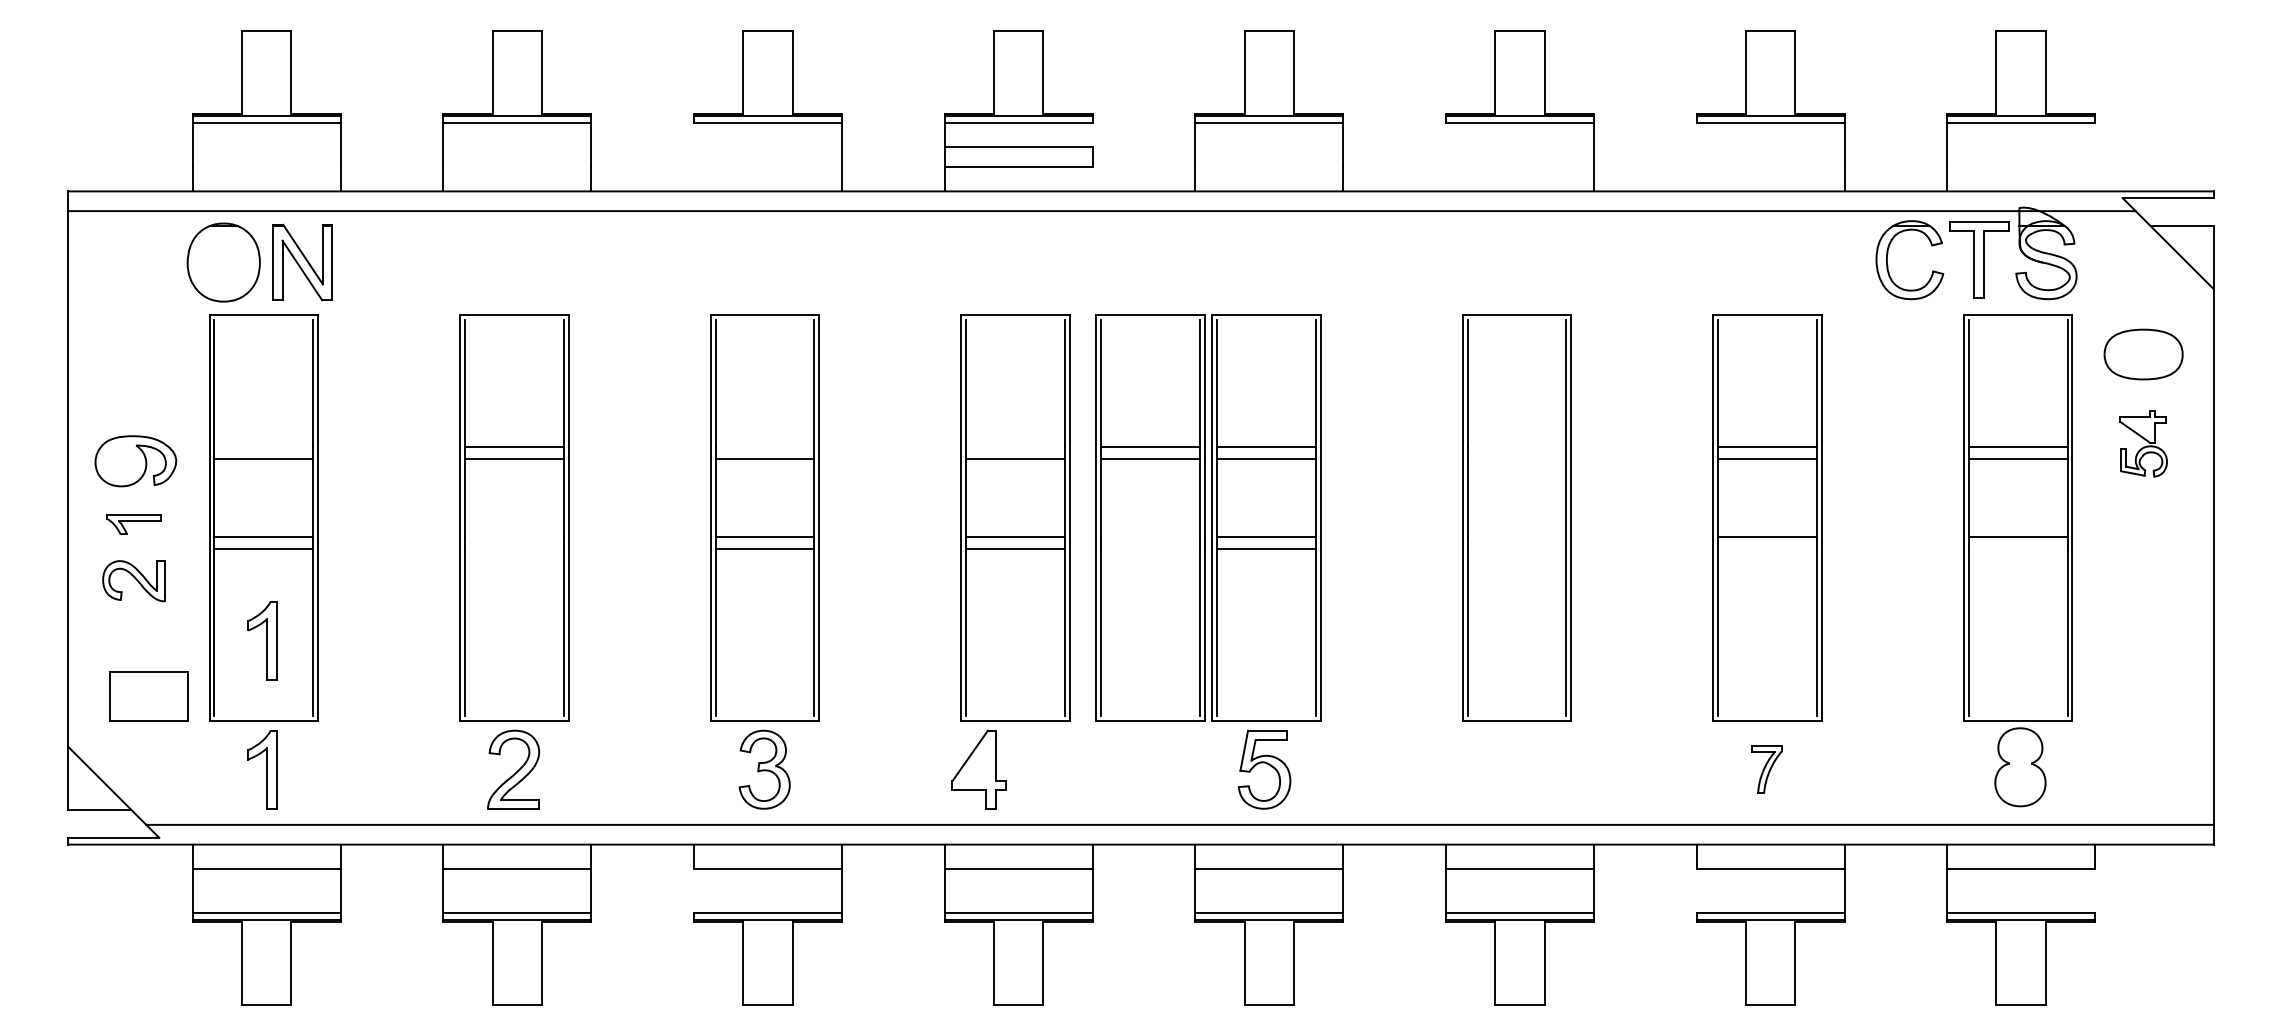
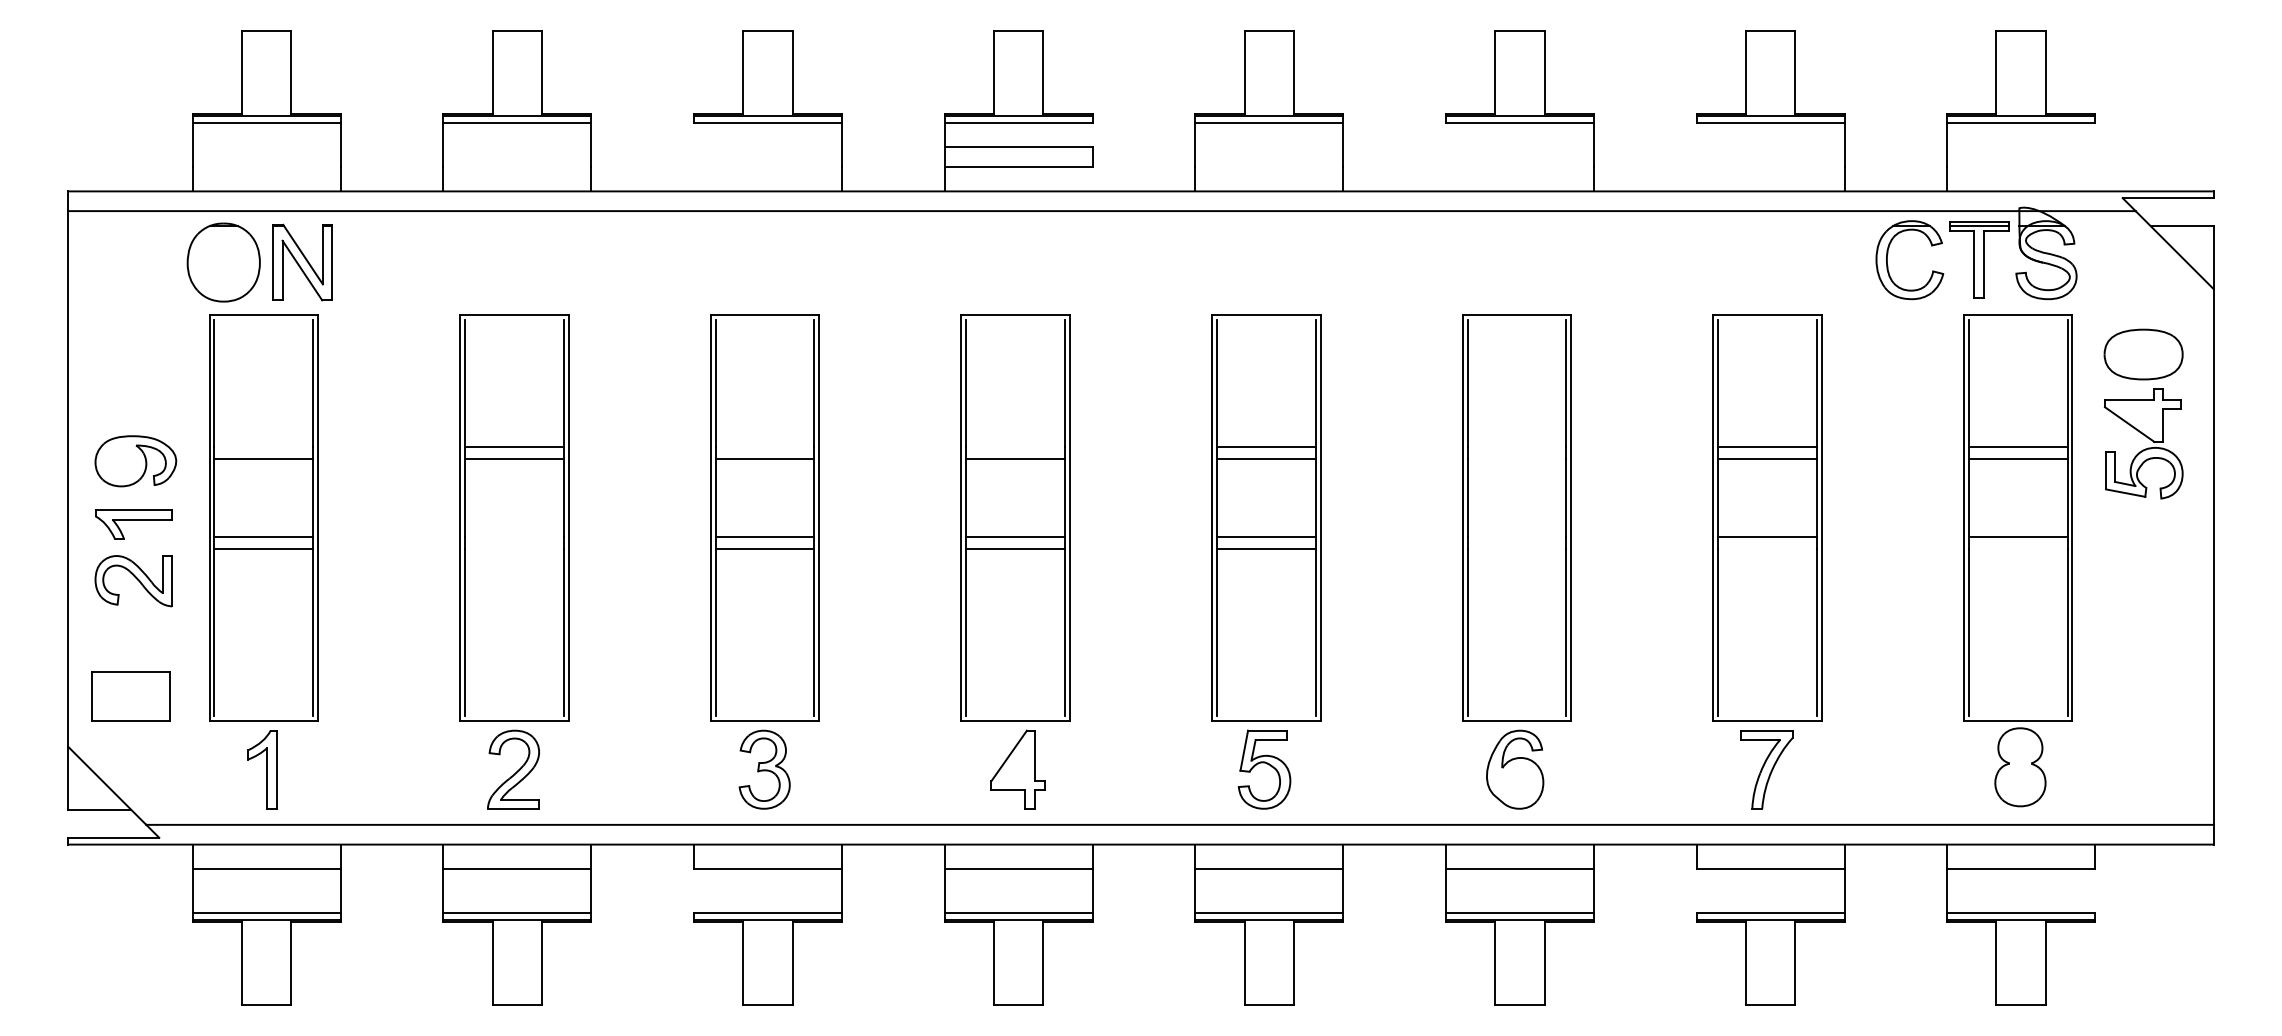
line at (1979, 226): none -> present
part at (2143, 443) size: 49x68 px -> 81x112 px
part at (1150, 517): present -> none
part at (133, 524) size: 56x21 px -> 78x31 px
part at (133, 581) size: 64x43 px -> 79x53 px
part at (262, 640): present -> none
part at (148, 696) position: (148, 696) -> (130, 696)
part at (978, 769) position: (978, 769) -> (1017, 769)
part at (1515, 769): none -> present
part at (1766, 769) size: 32x49 px -> 54x80 px
